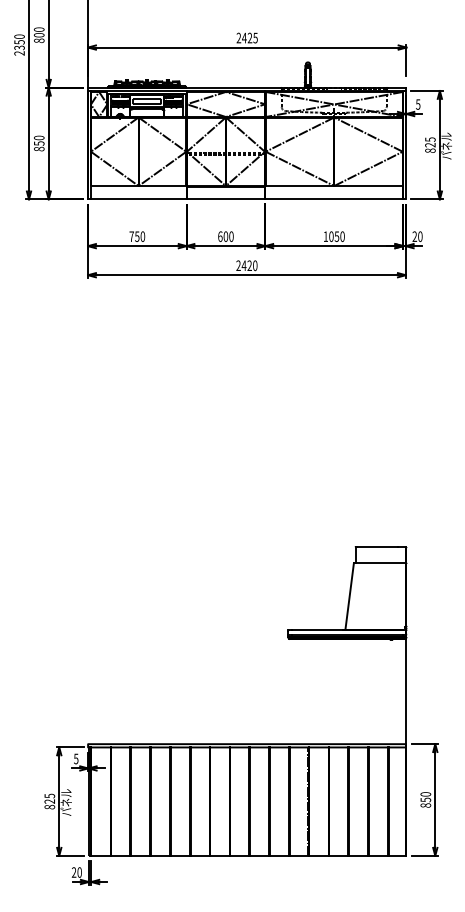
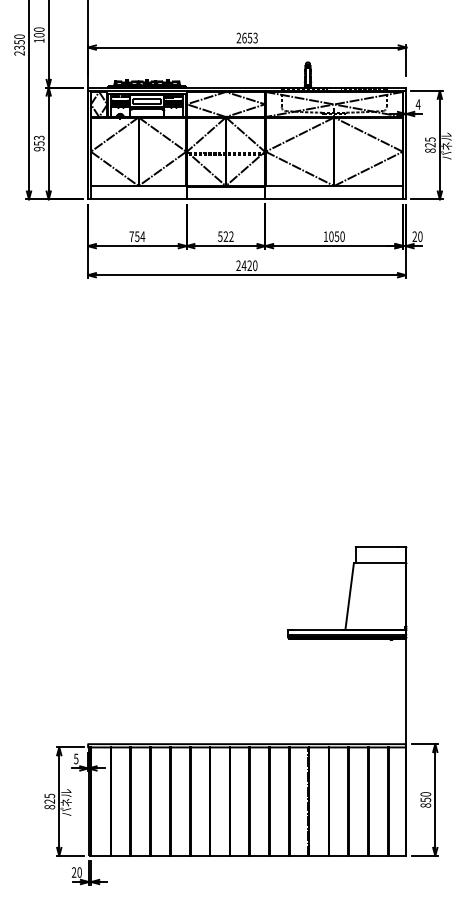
text at (249, 37): 2425 -> 2653
text at (39, 40): 800 -> 100
text at (417, 104): 5 -> 4
text at (39, 143): 850 -> 953
text at (142, 236): 750 -> 754
text at (225, 236): 600 -> 522
